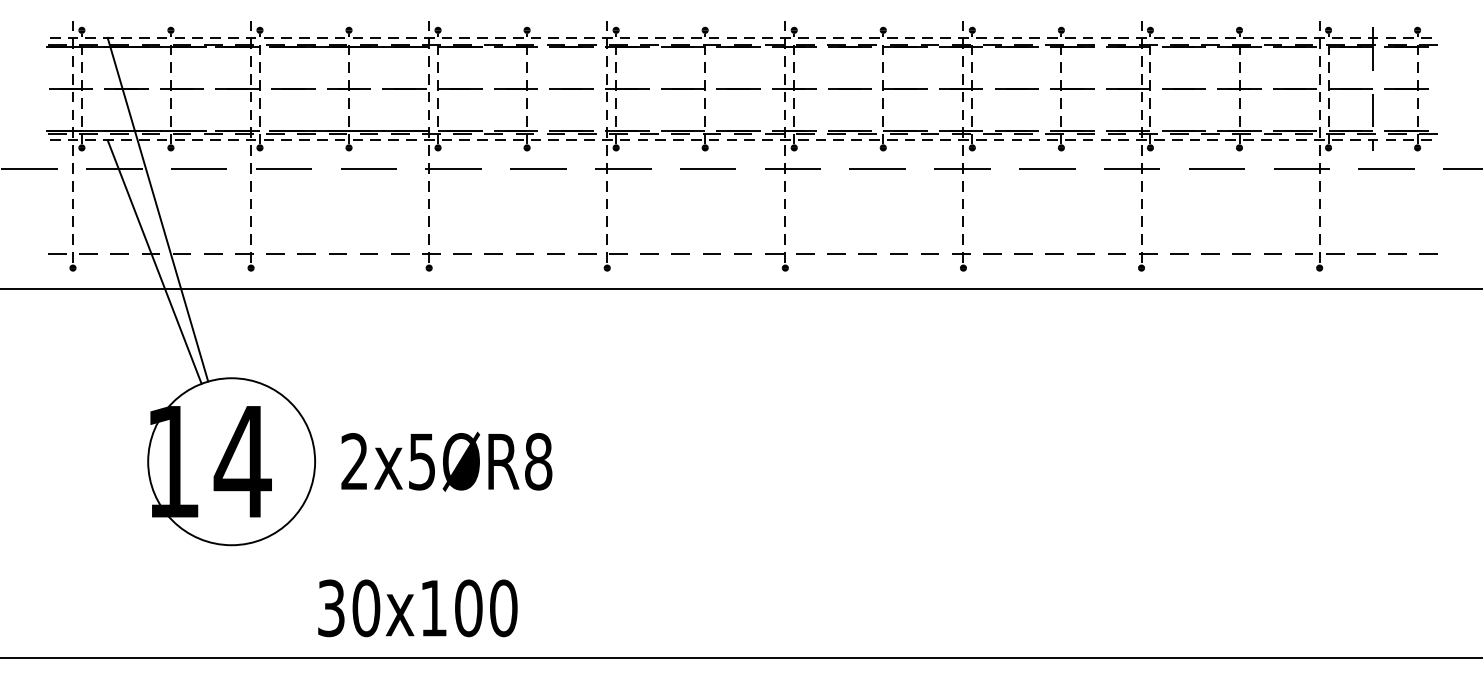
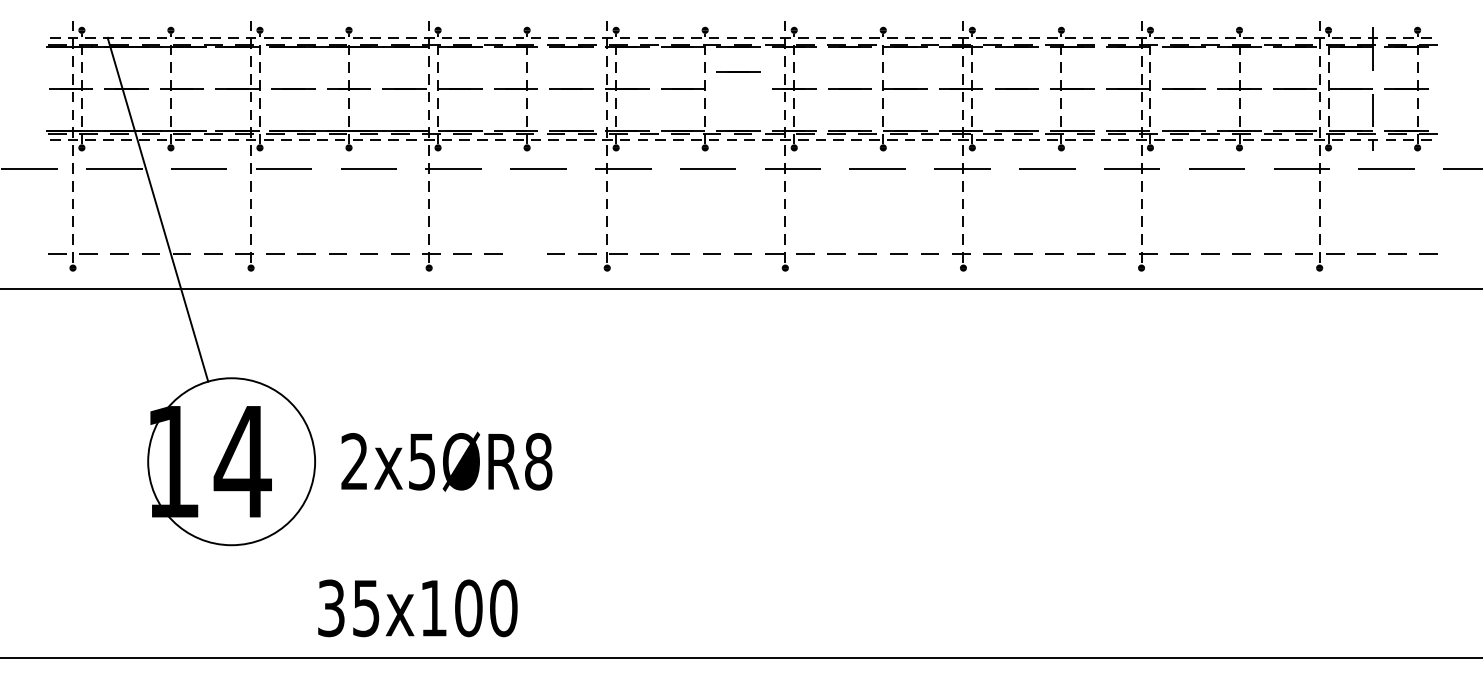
line at (738, 88) position: (738, 88) -> (738, 71)
line at (524, 253): present -> none
line at (154, 261): present -> none
text at (366, 608): 30x100 -> 35x100
